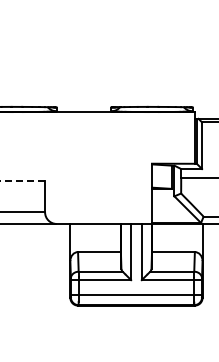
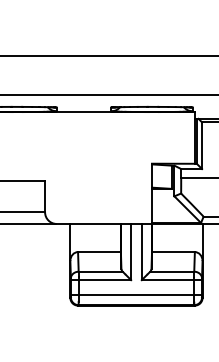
line at (108, 56): none -> present
line at (108, 95): none -> present
line at (22, 181): dashed -> solid
